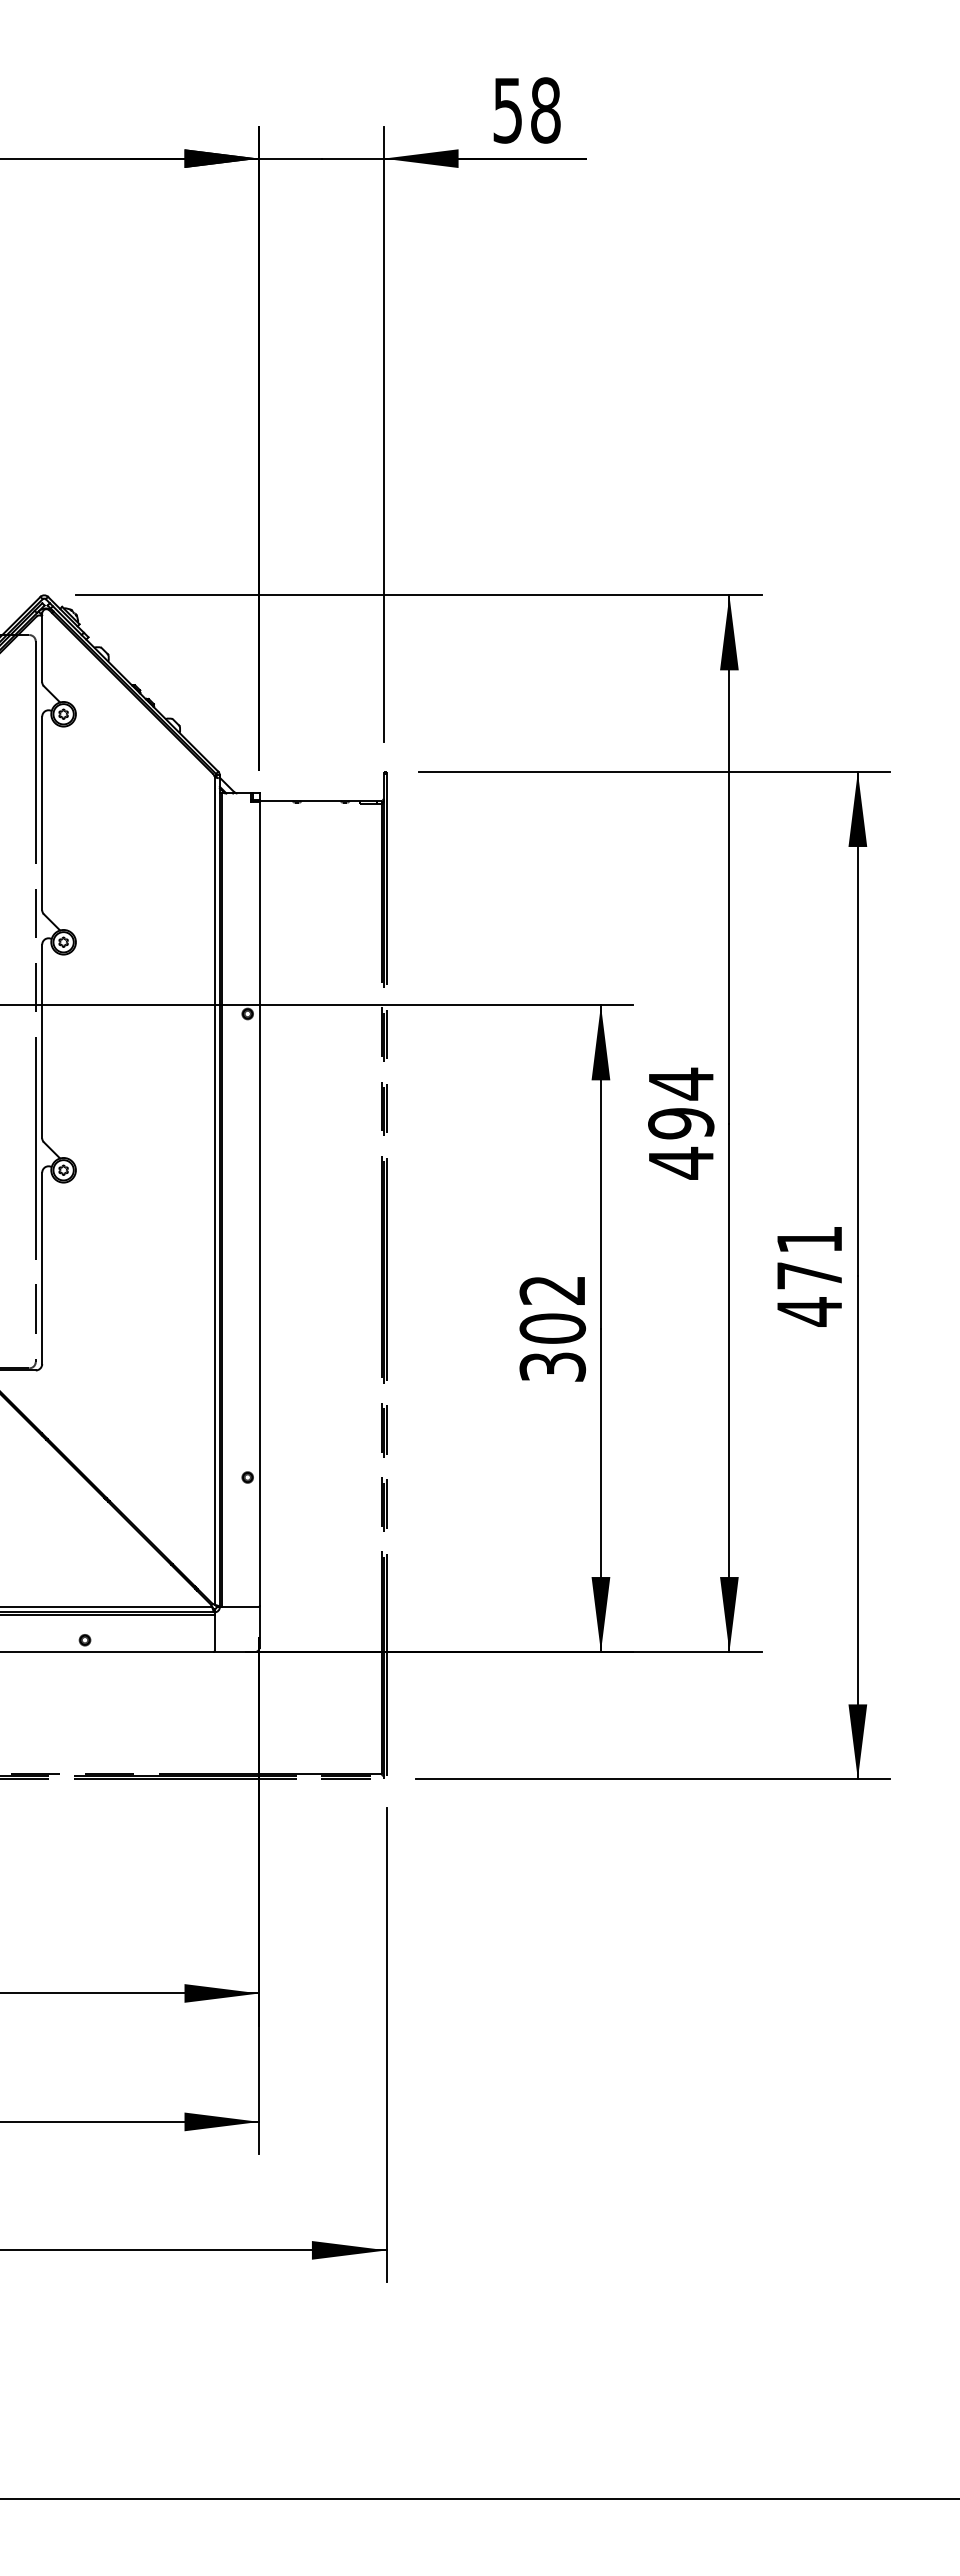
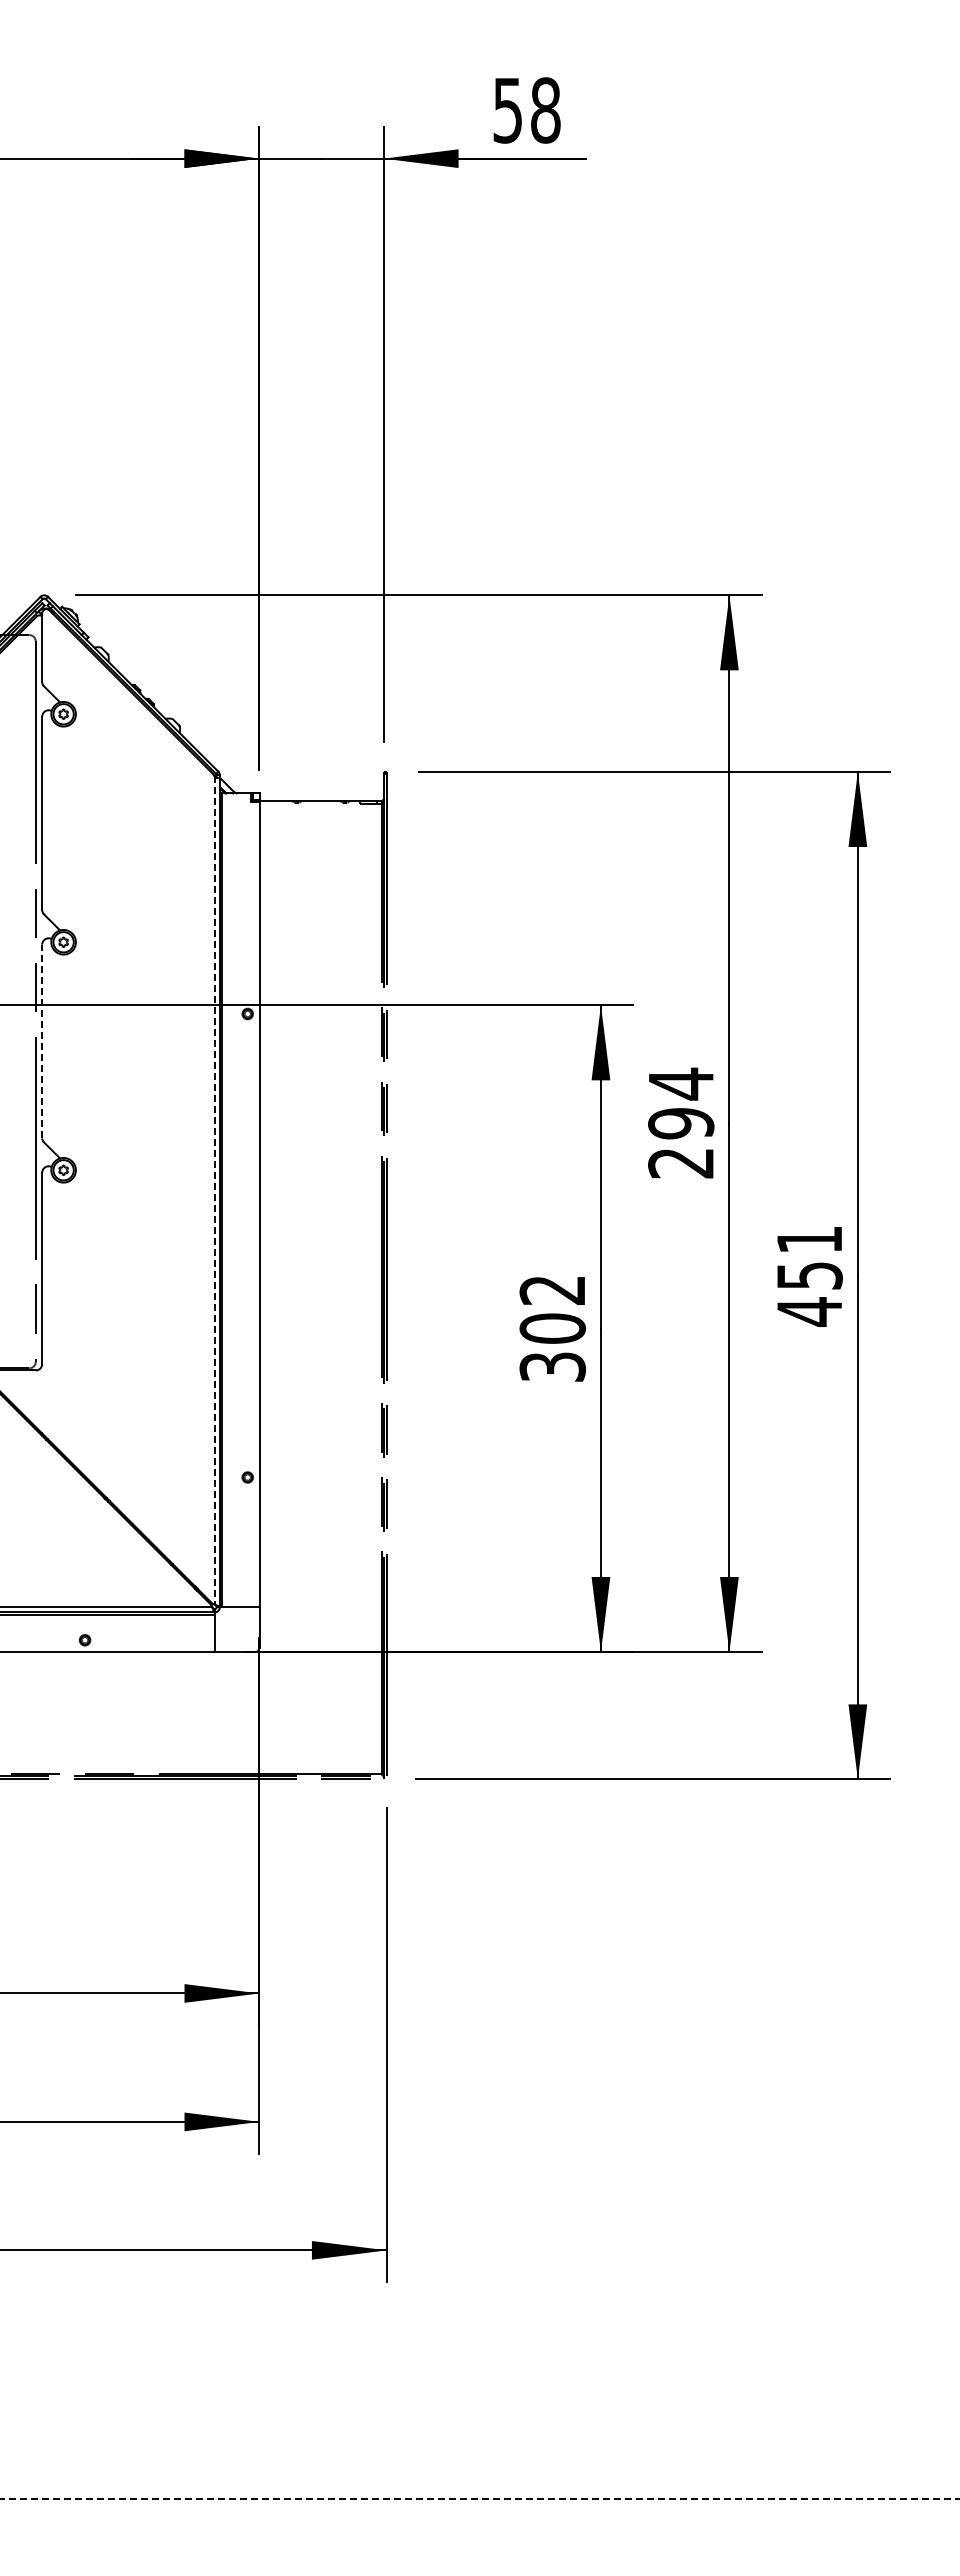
line at (42, 1041): solid -> dashed
text at (680, 1162): 494 -> 294
line at (214, 1190): solid -> dashed
text at (809, 1275): 471 -> 451
line at (479, 2498): solid -> dashed
